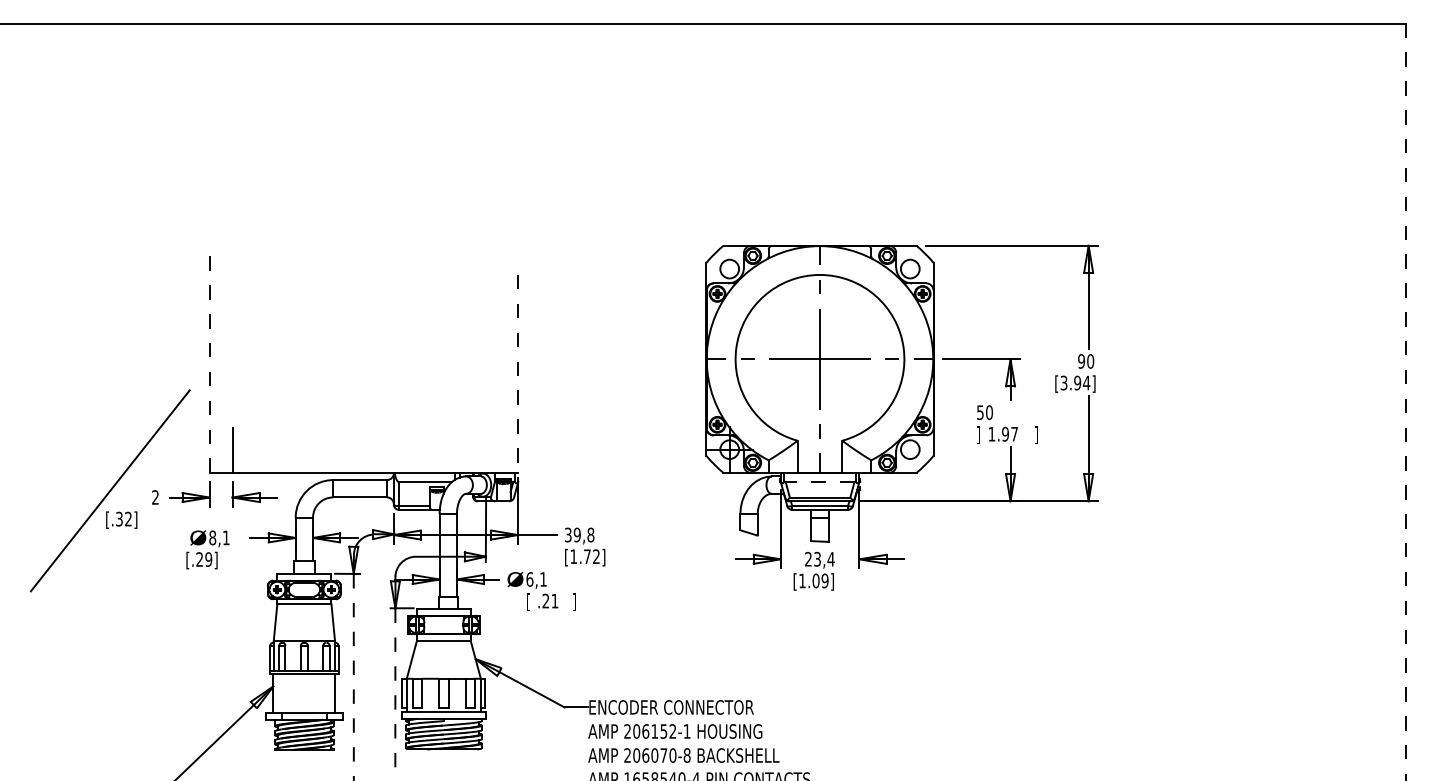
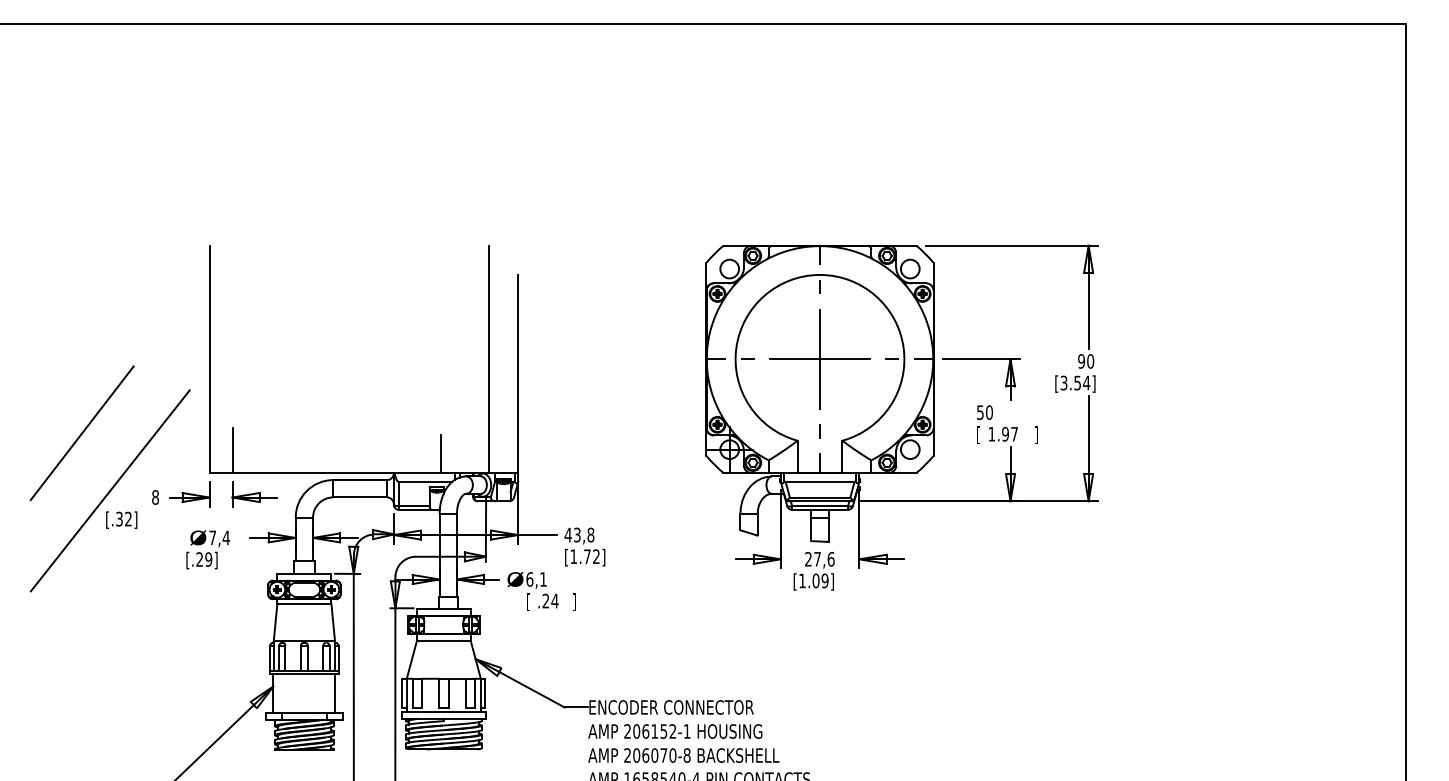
line at (209, 359): dashed -> solid
line at (489, 359): none -> present
line at (518, 378): dashed -> solid
text at (1077, 382): [3.94] -> [3.54]
line at (1405, 402): dashed -> solid
line at (81, 433): none -> present
text at (978, 435): ] -> [
line at (440, 453): none -> present
line at (819, 481): dashed -> solid
text at (155, 497): 2 -> 8
text at (572, 534): 39,8 -> 43,8
text at (219, 537): 8,1 -> 7,4
text at (824, 558): 23,4 -> 27,6
text at (554, 601): .21 -> .24
line at (353, 677): dashed -> solid
line at (395, 694): dashed -> solid
